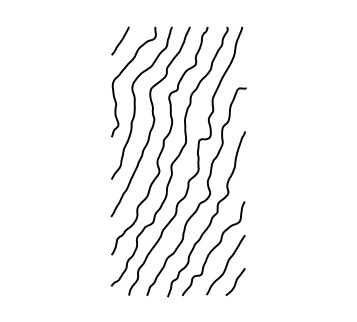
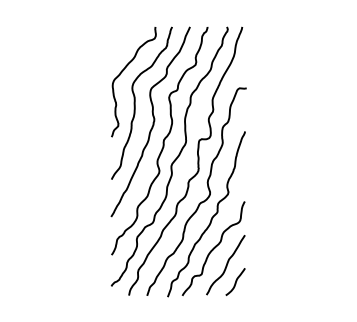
line at (120, 40): present -> none
